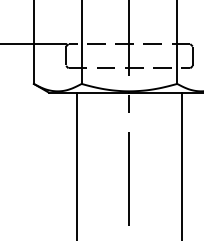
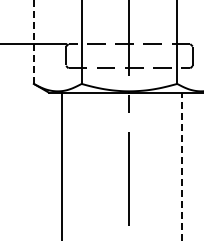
line at (33, 42): solid -> dashed
line at (77, 164) position: (77, 164) -> (62, 164)
line at (181, 166): solid -> dashed
